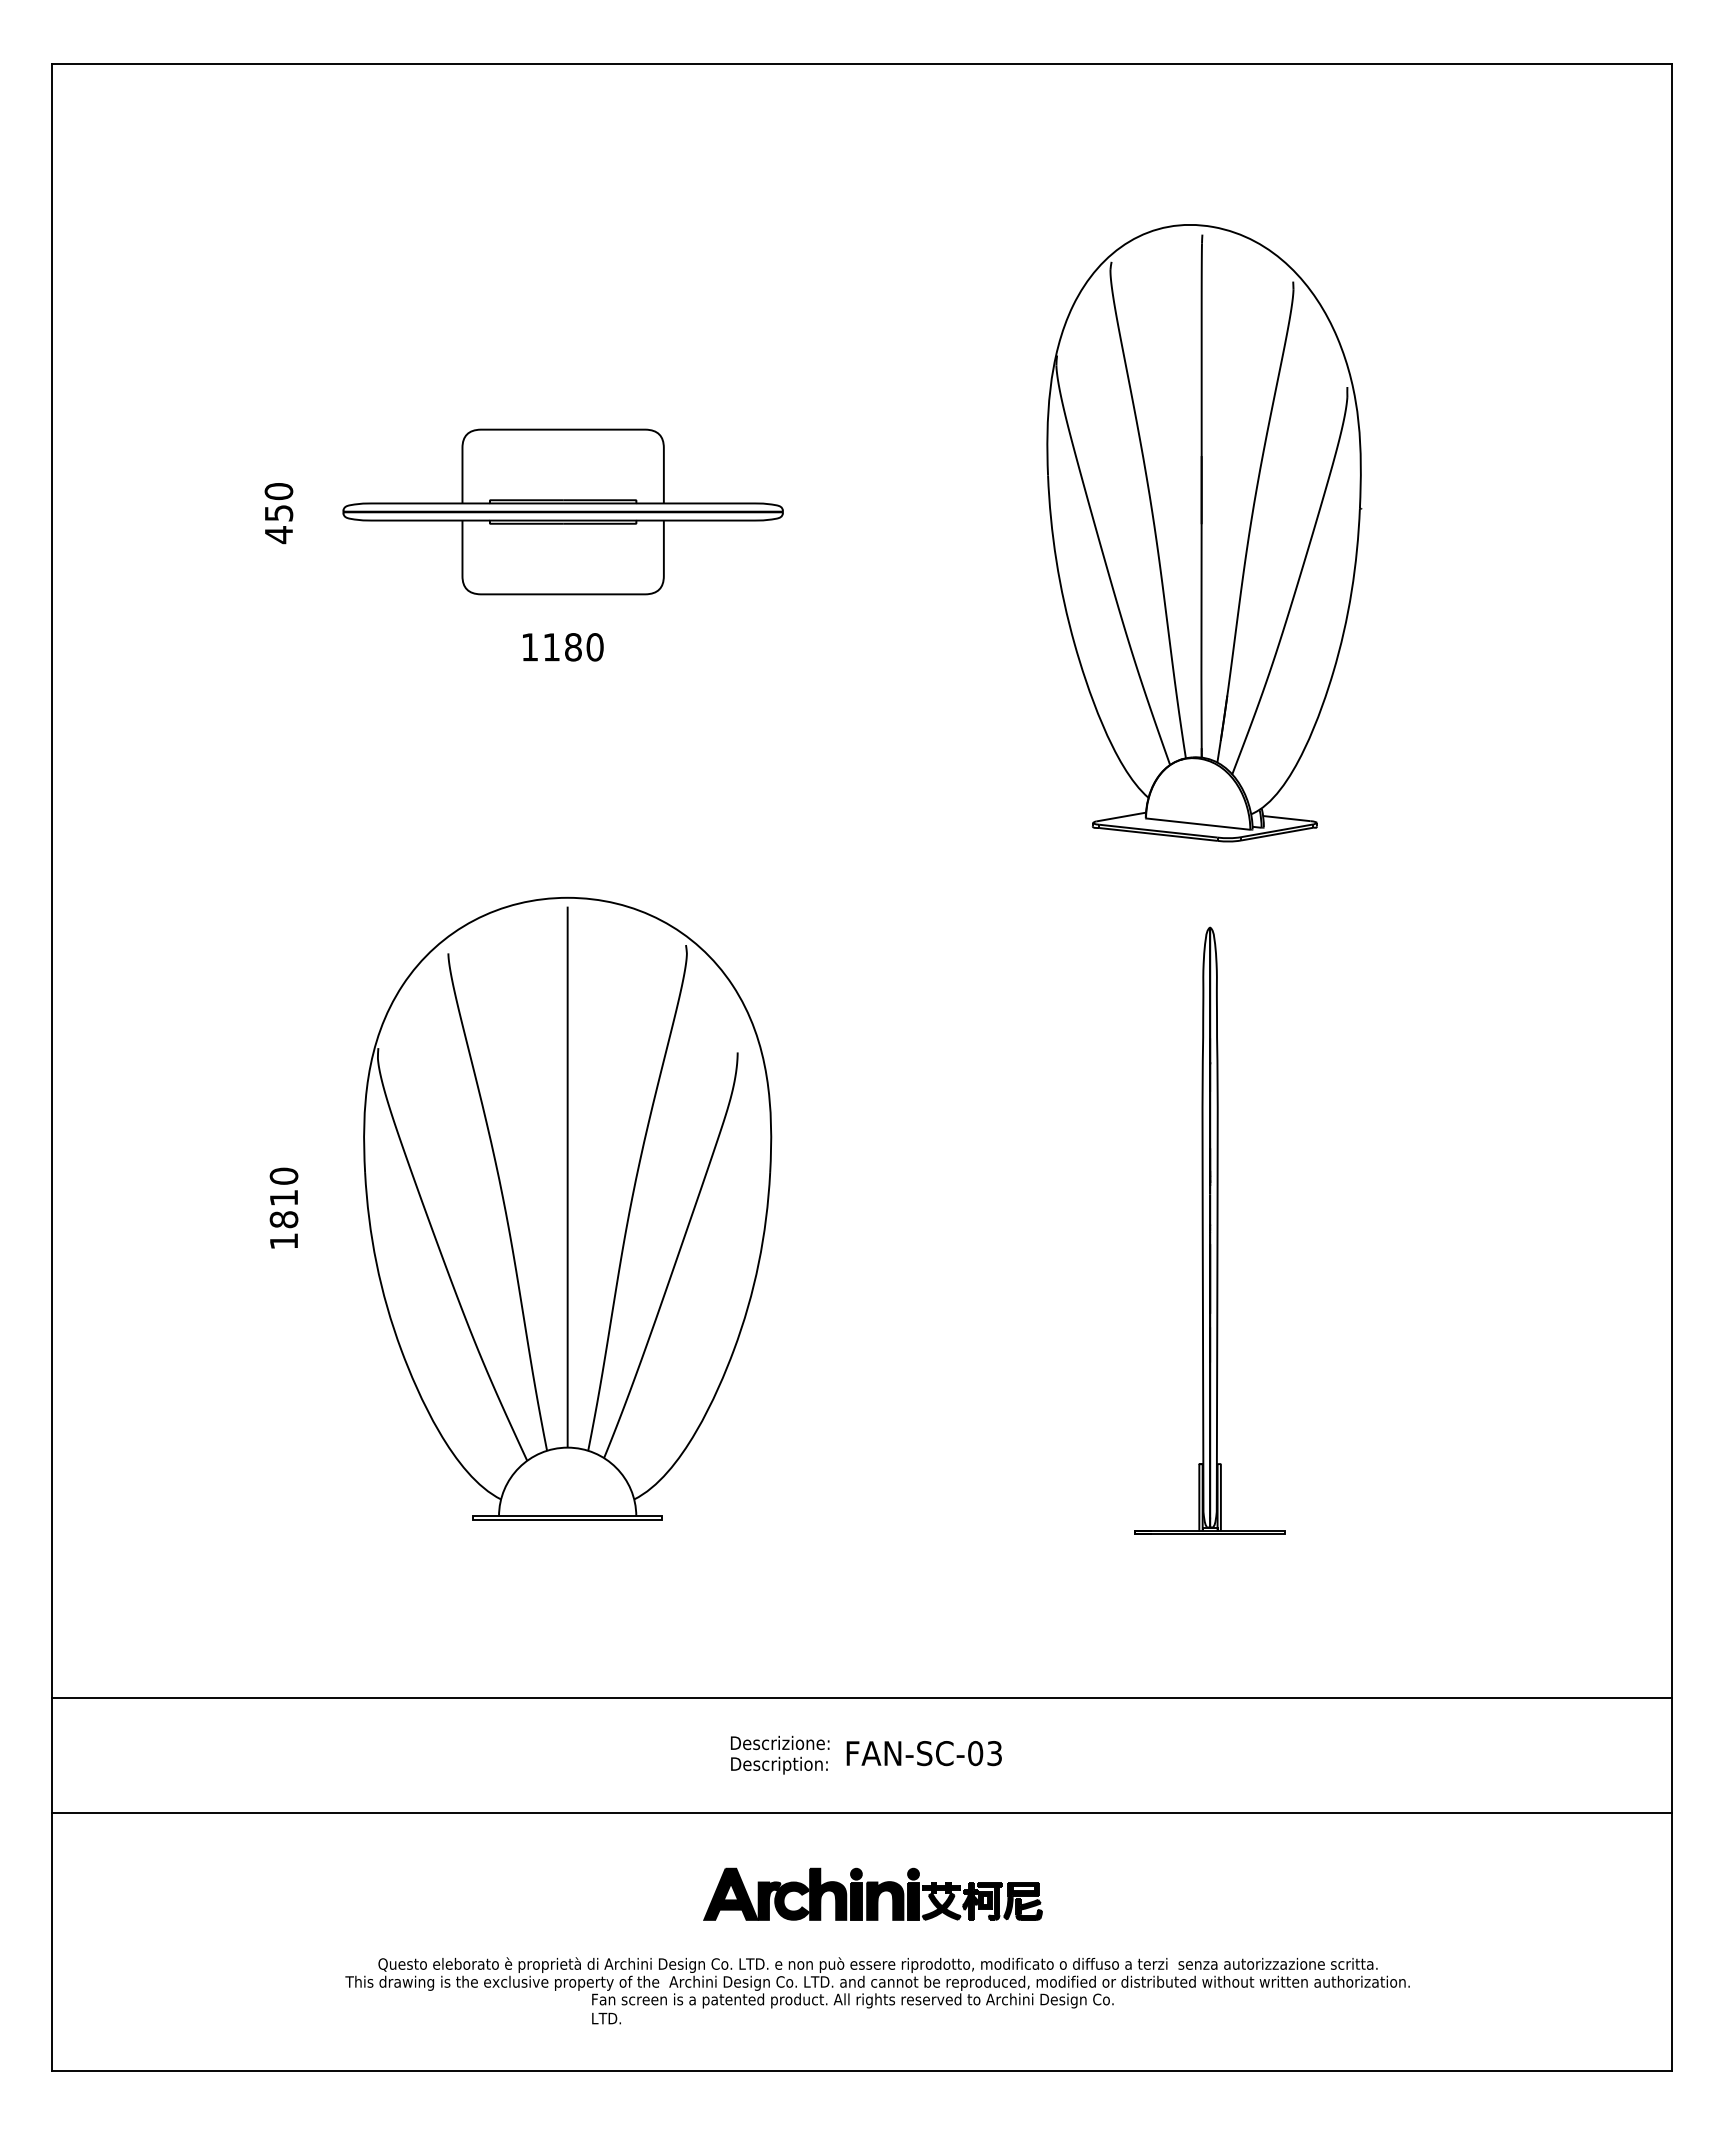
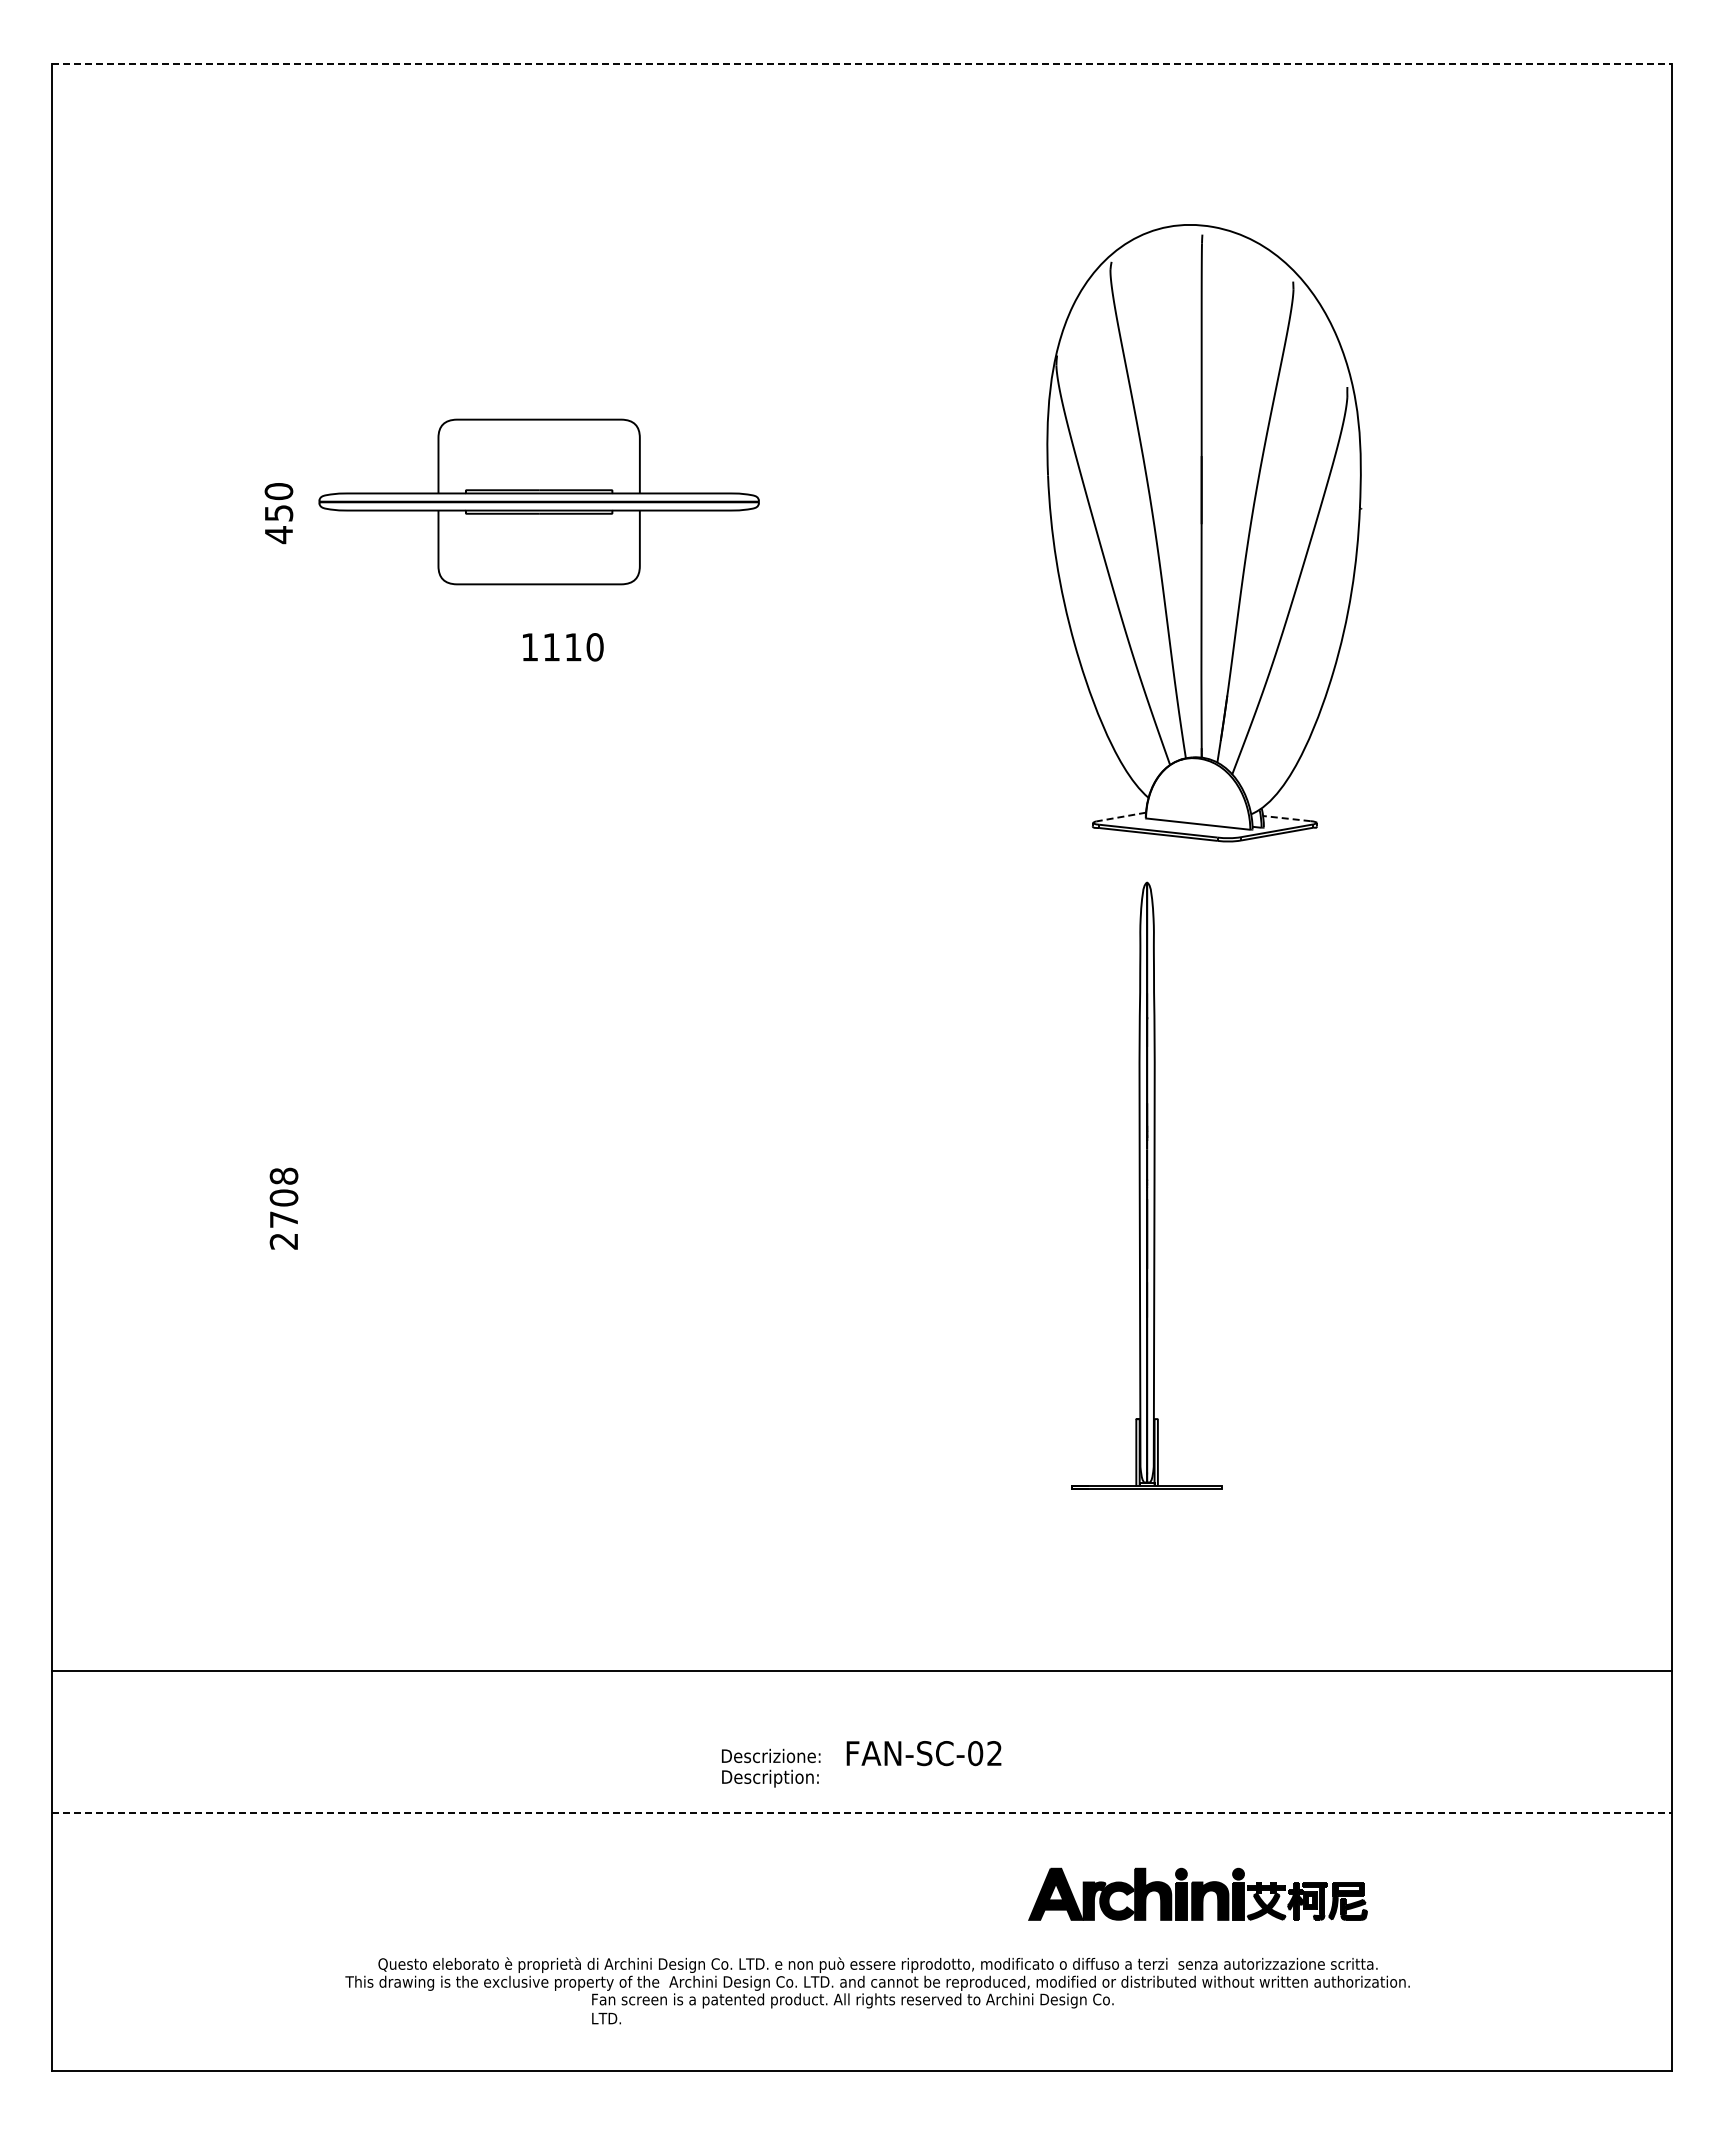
line at (861, 64): solid -> dashed
part at (562, 511) position: (562, 511) -> (538, 501)
text at (573, 647): 1180 -> 1110
line at (1120, 817): solid -> dashed
line at (1286, 818): solid -> dashed
text at (283, 1208): 1810 -> 2708
part at (567, 1208): present -> none
part at (1209, 1230) position: (1209, 1230) -> (1146, 1185)
line at (861, 1697) position: (861, 1697) -> (861, 1670)
text at (994, 1753): FAN-SC-03 -> FAN-SC-02
text at (780, 1754) position: (780, 1754) -> (771, 1767)
line at (861, 1812): solid -> dashed
part at (872, 1893) position: (872, 1893) -> (1197, 1893)
